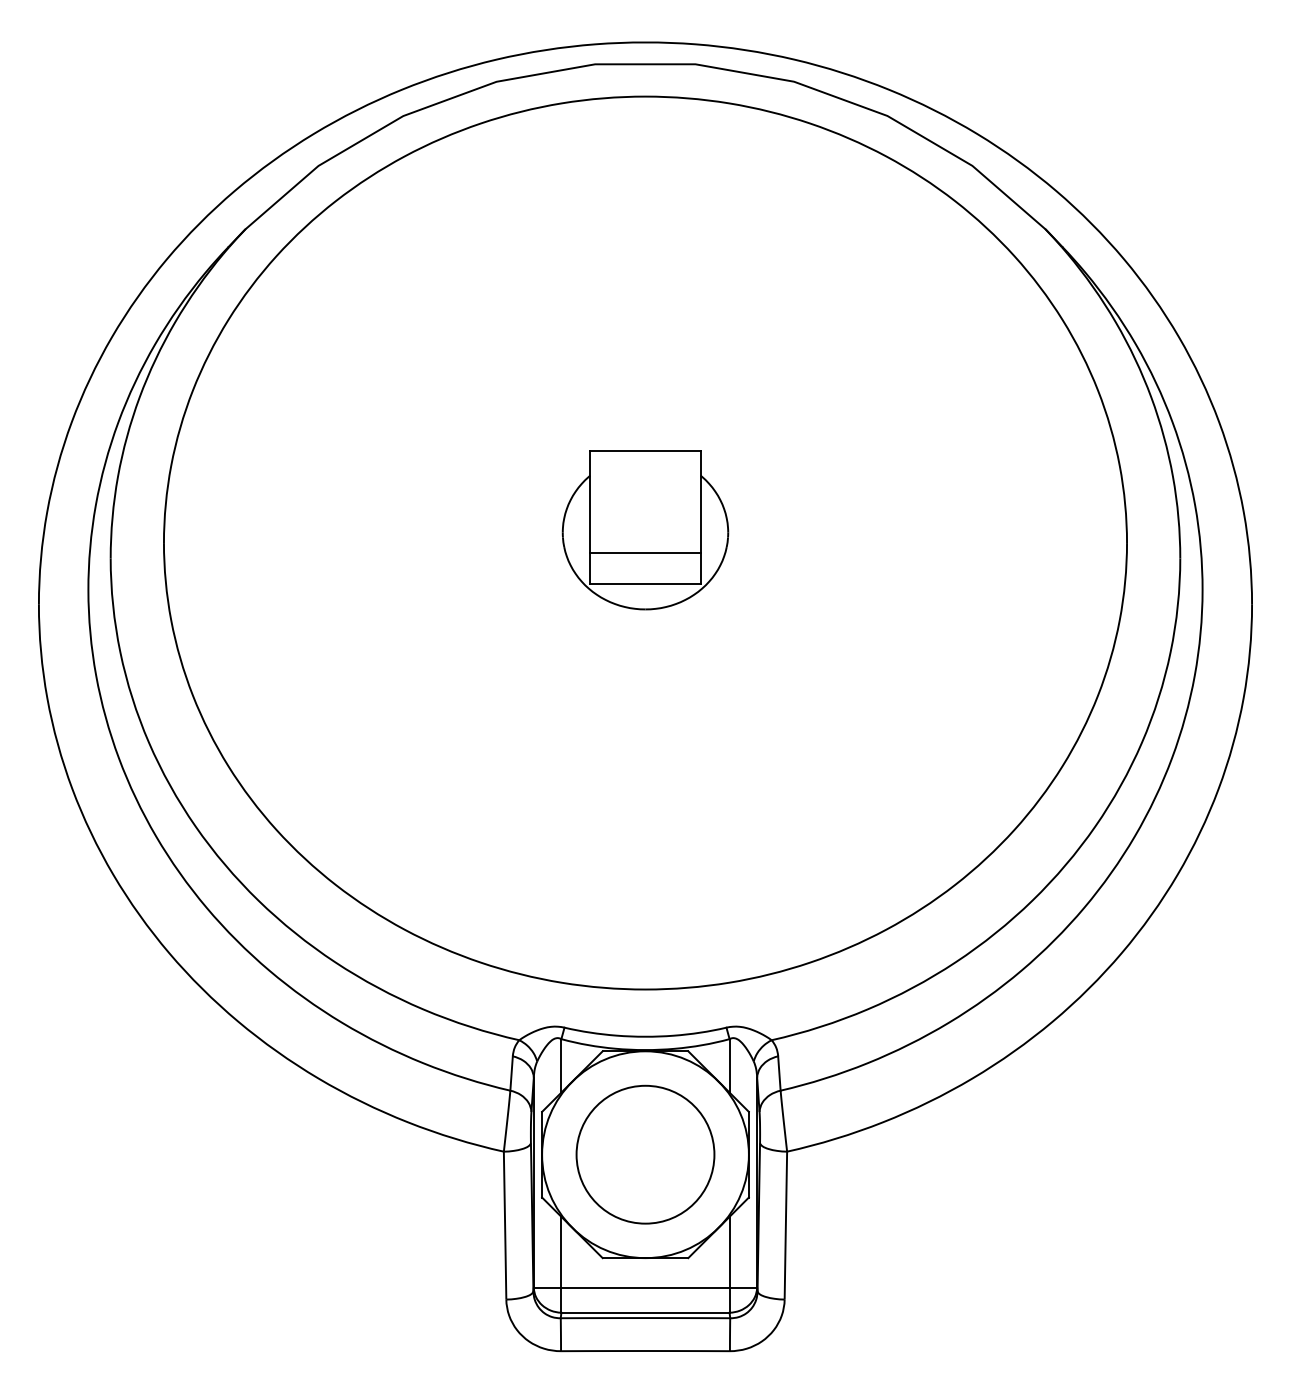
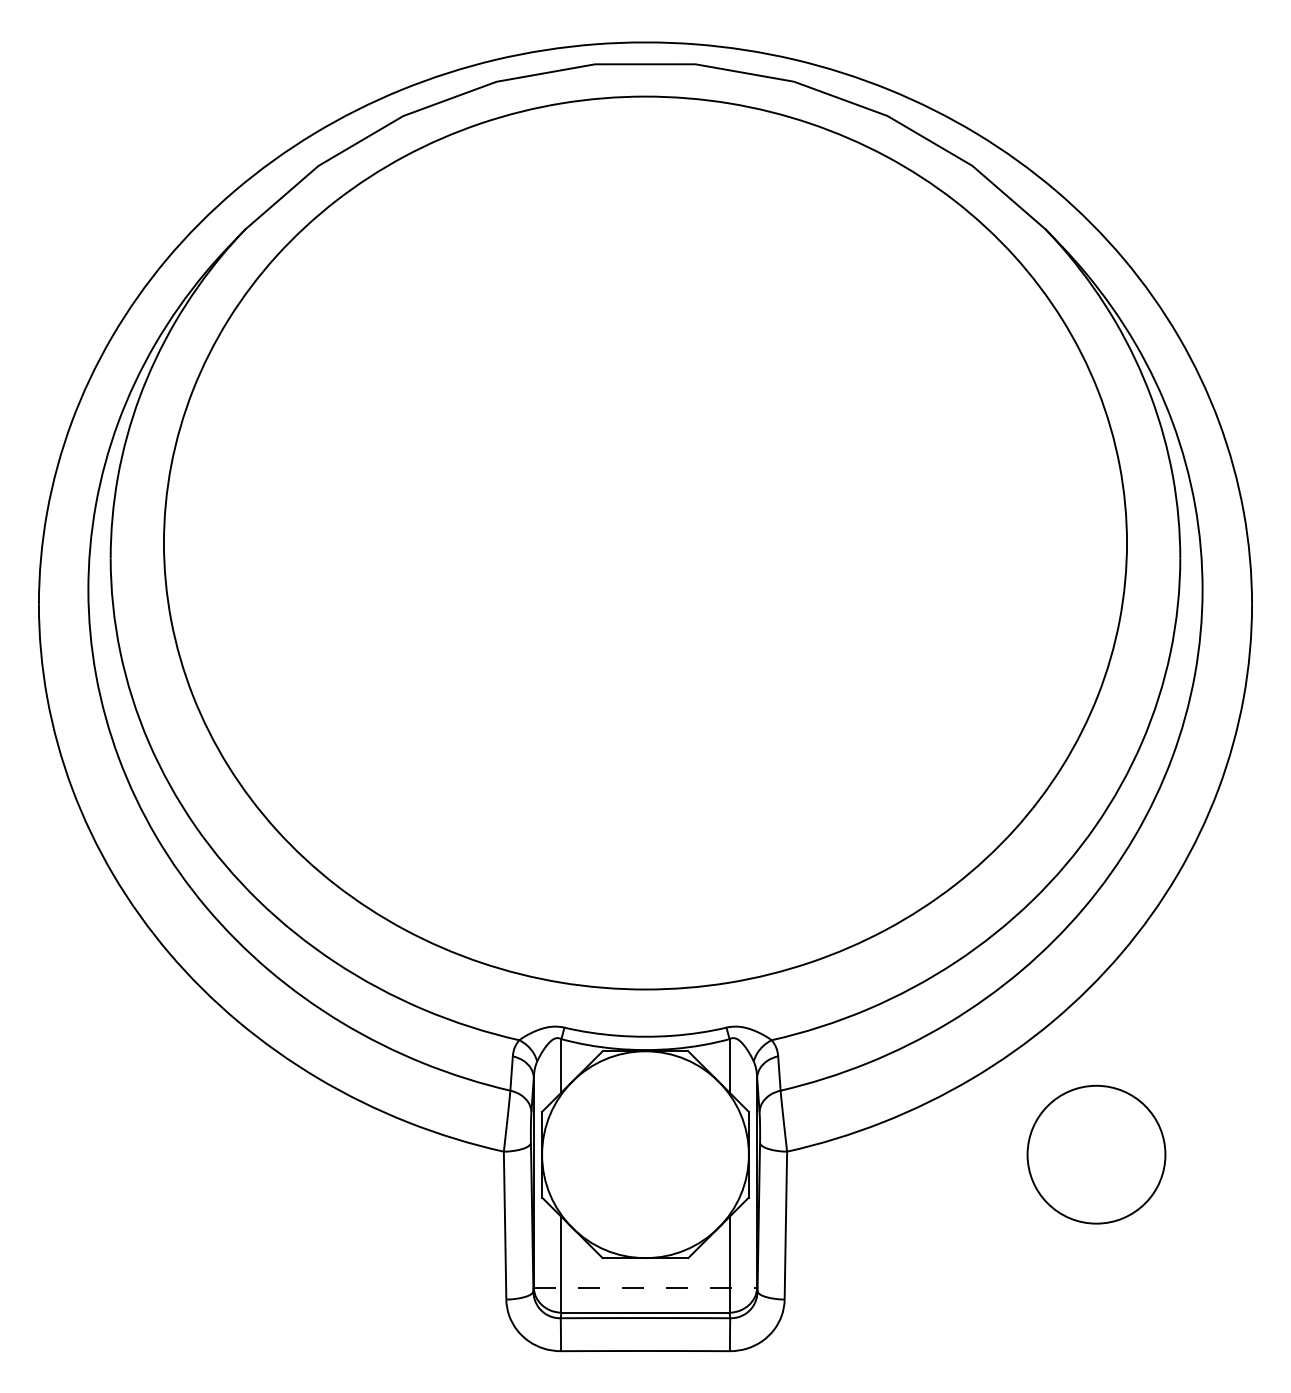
part at (645, 530): present -> none
circle at (645, 1154) position: (645, 1154) -> (1096, 1154)
line at (645, 1287): solid -> dashed
